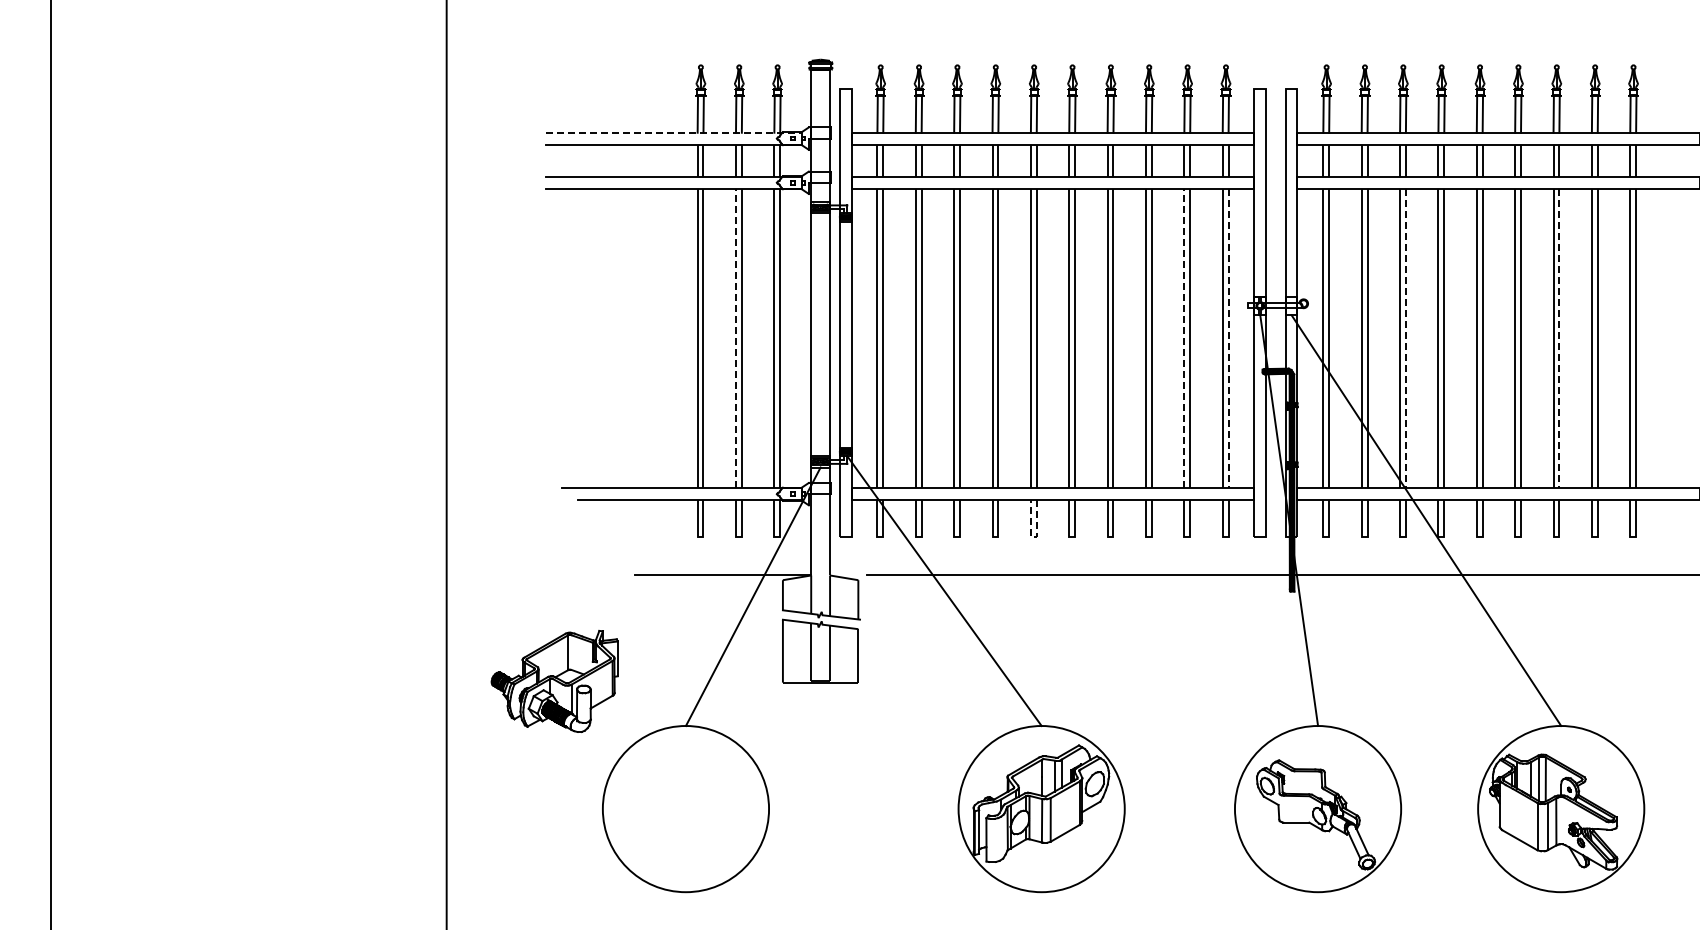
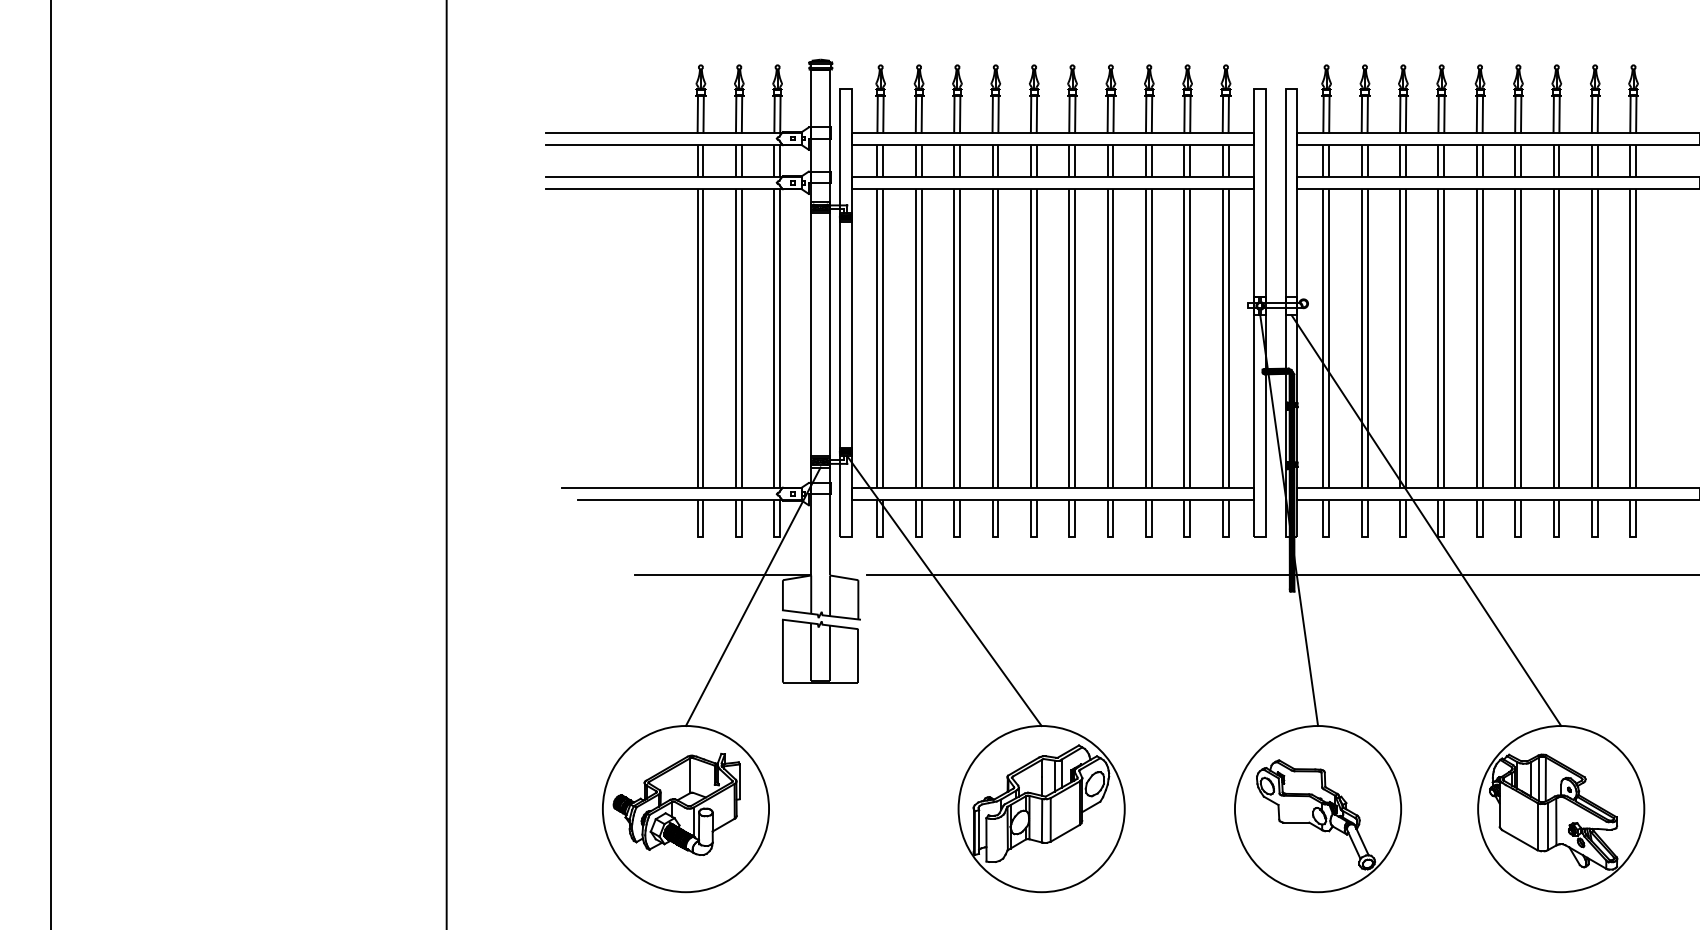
line at (673, 132): dashed -> solid
line at (736, 338): dashed -> solid
line at (1184, 338): dashed -> solid
line at (1228, 338): dashed -> solid
line at (1405, 338): dashed -> solid
line at (1559, 338): dashed -> solid
line at (1033, 537): dashed -> solid
part at (554, 681) position: (554, 681) -> (676, 804)
